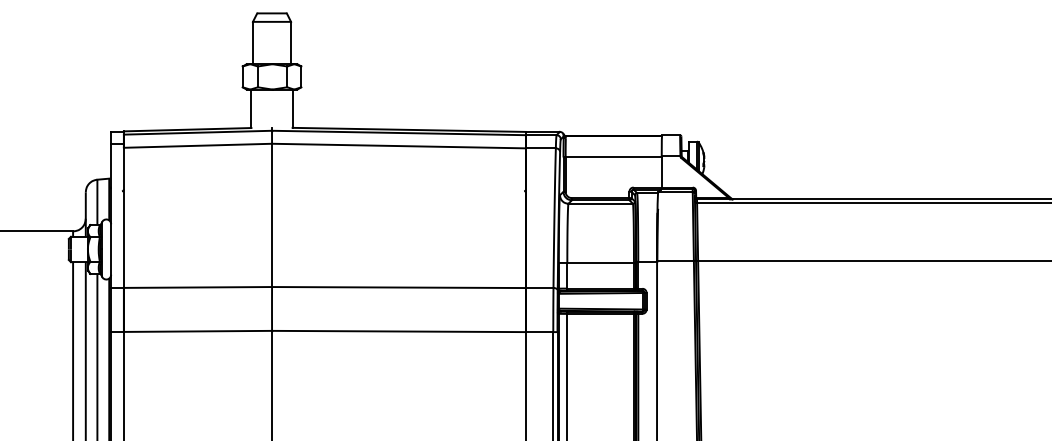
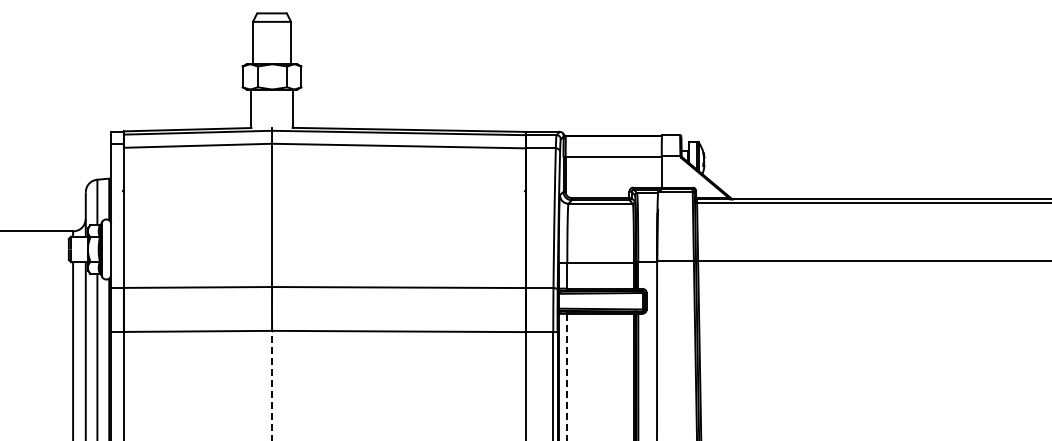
line at (567, 377): solid -> dashed
line at (272, 385): solid -> dashed
